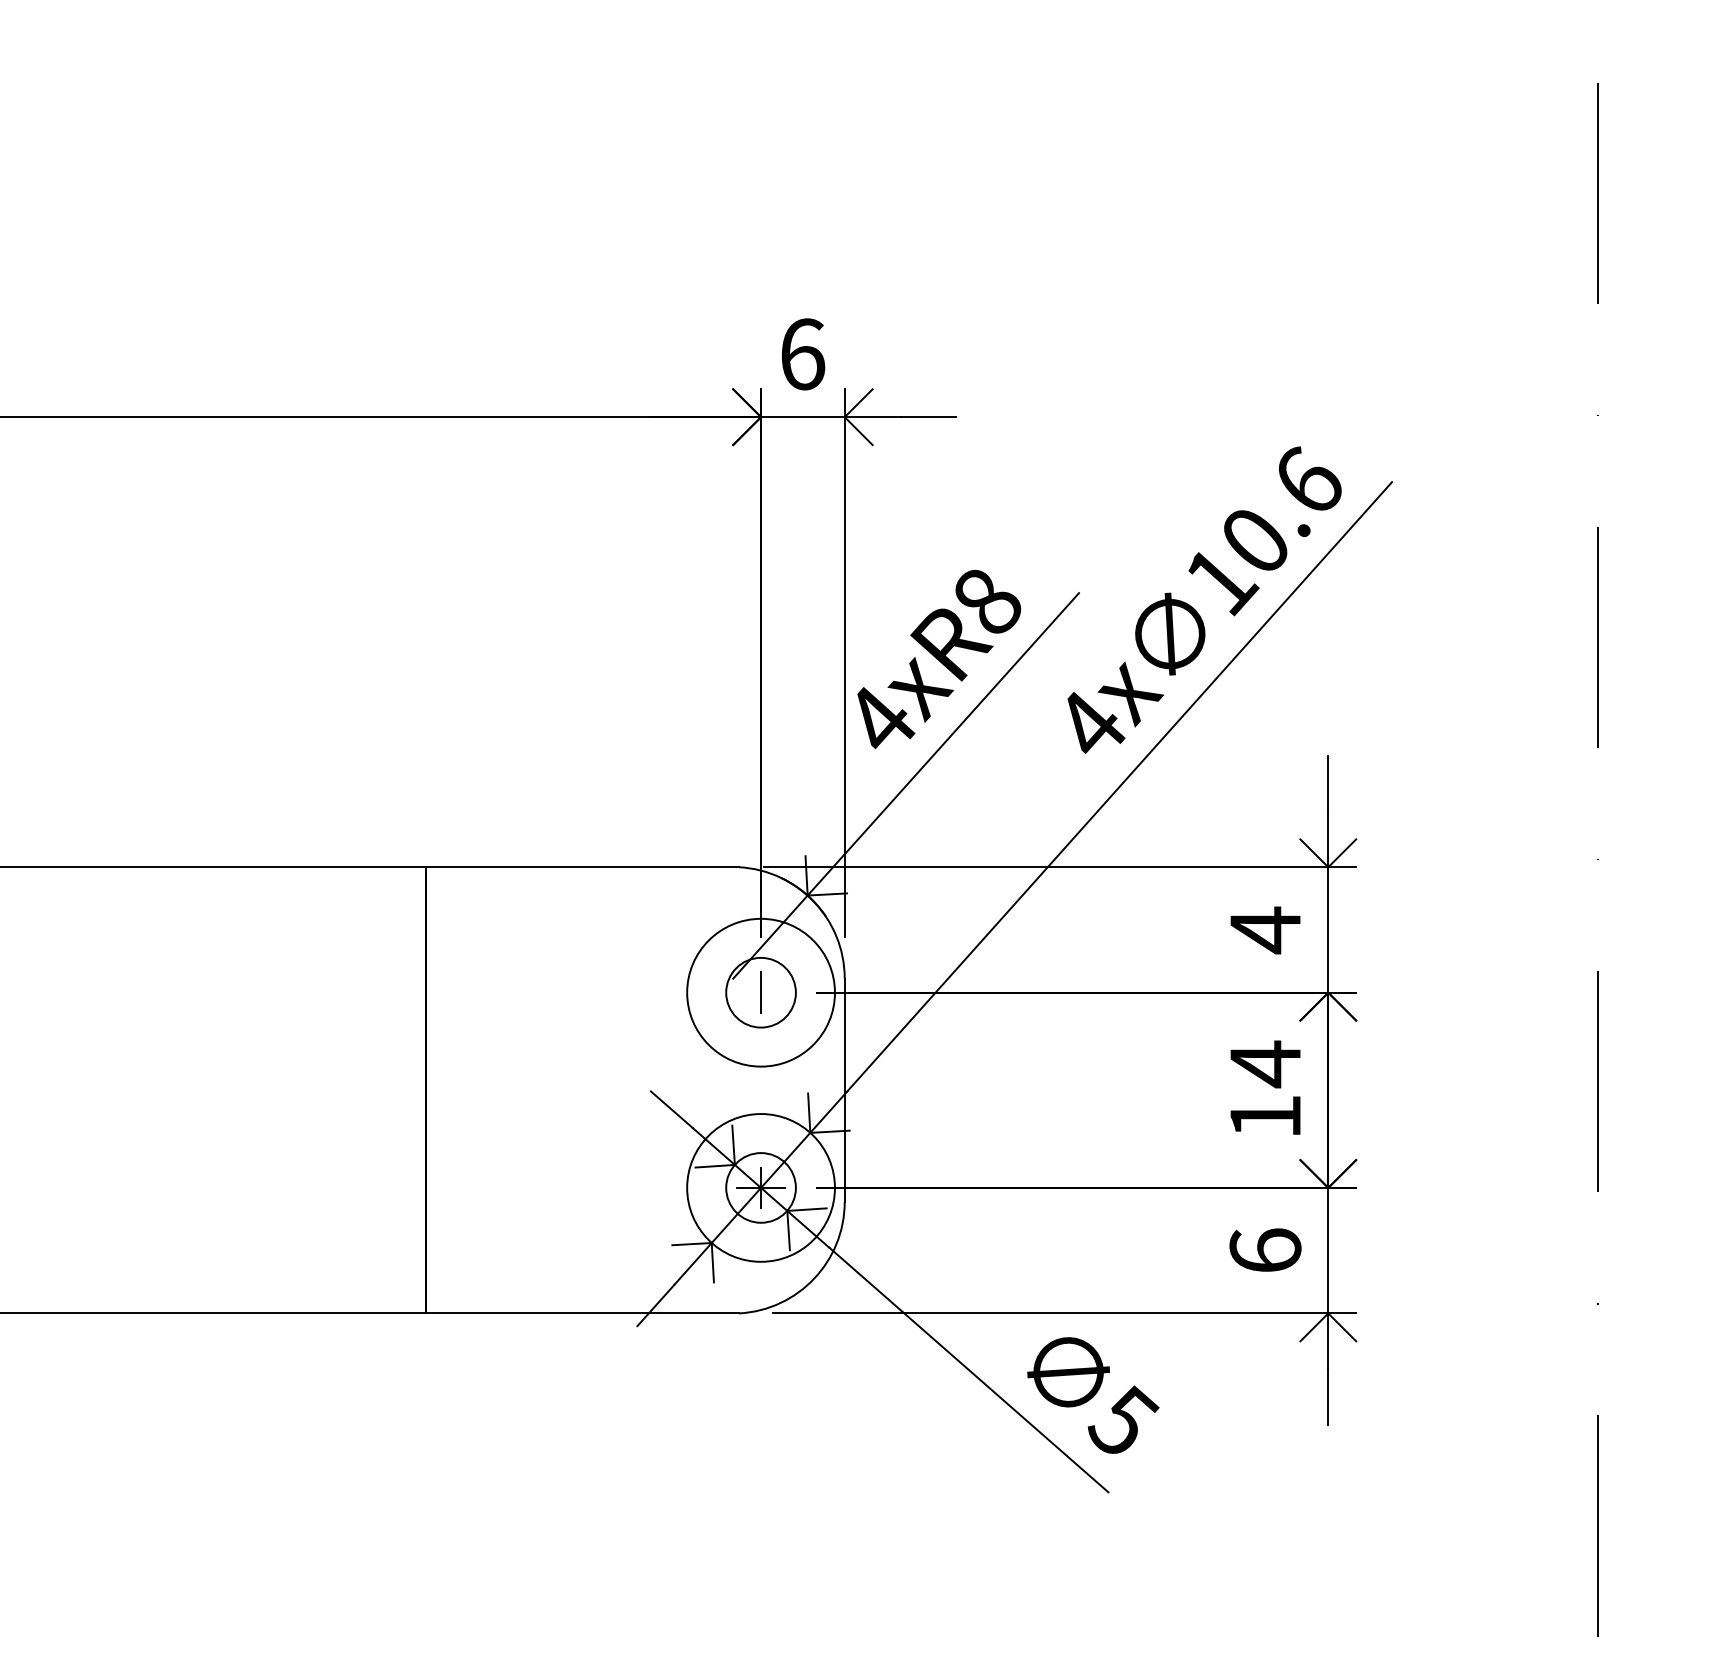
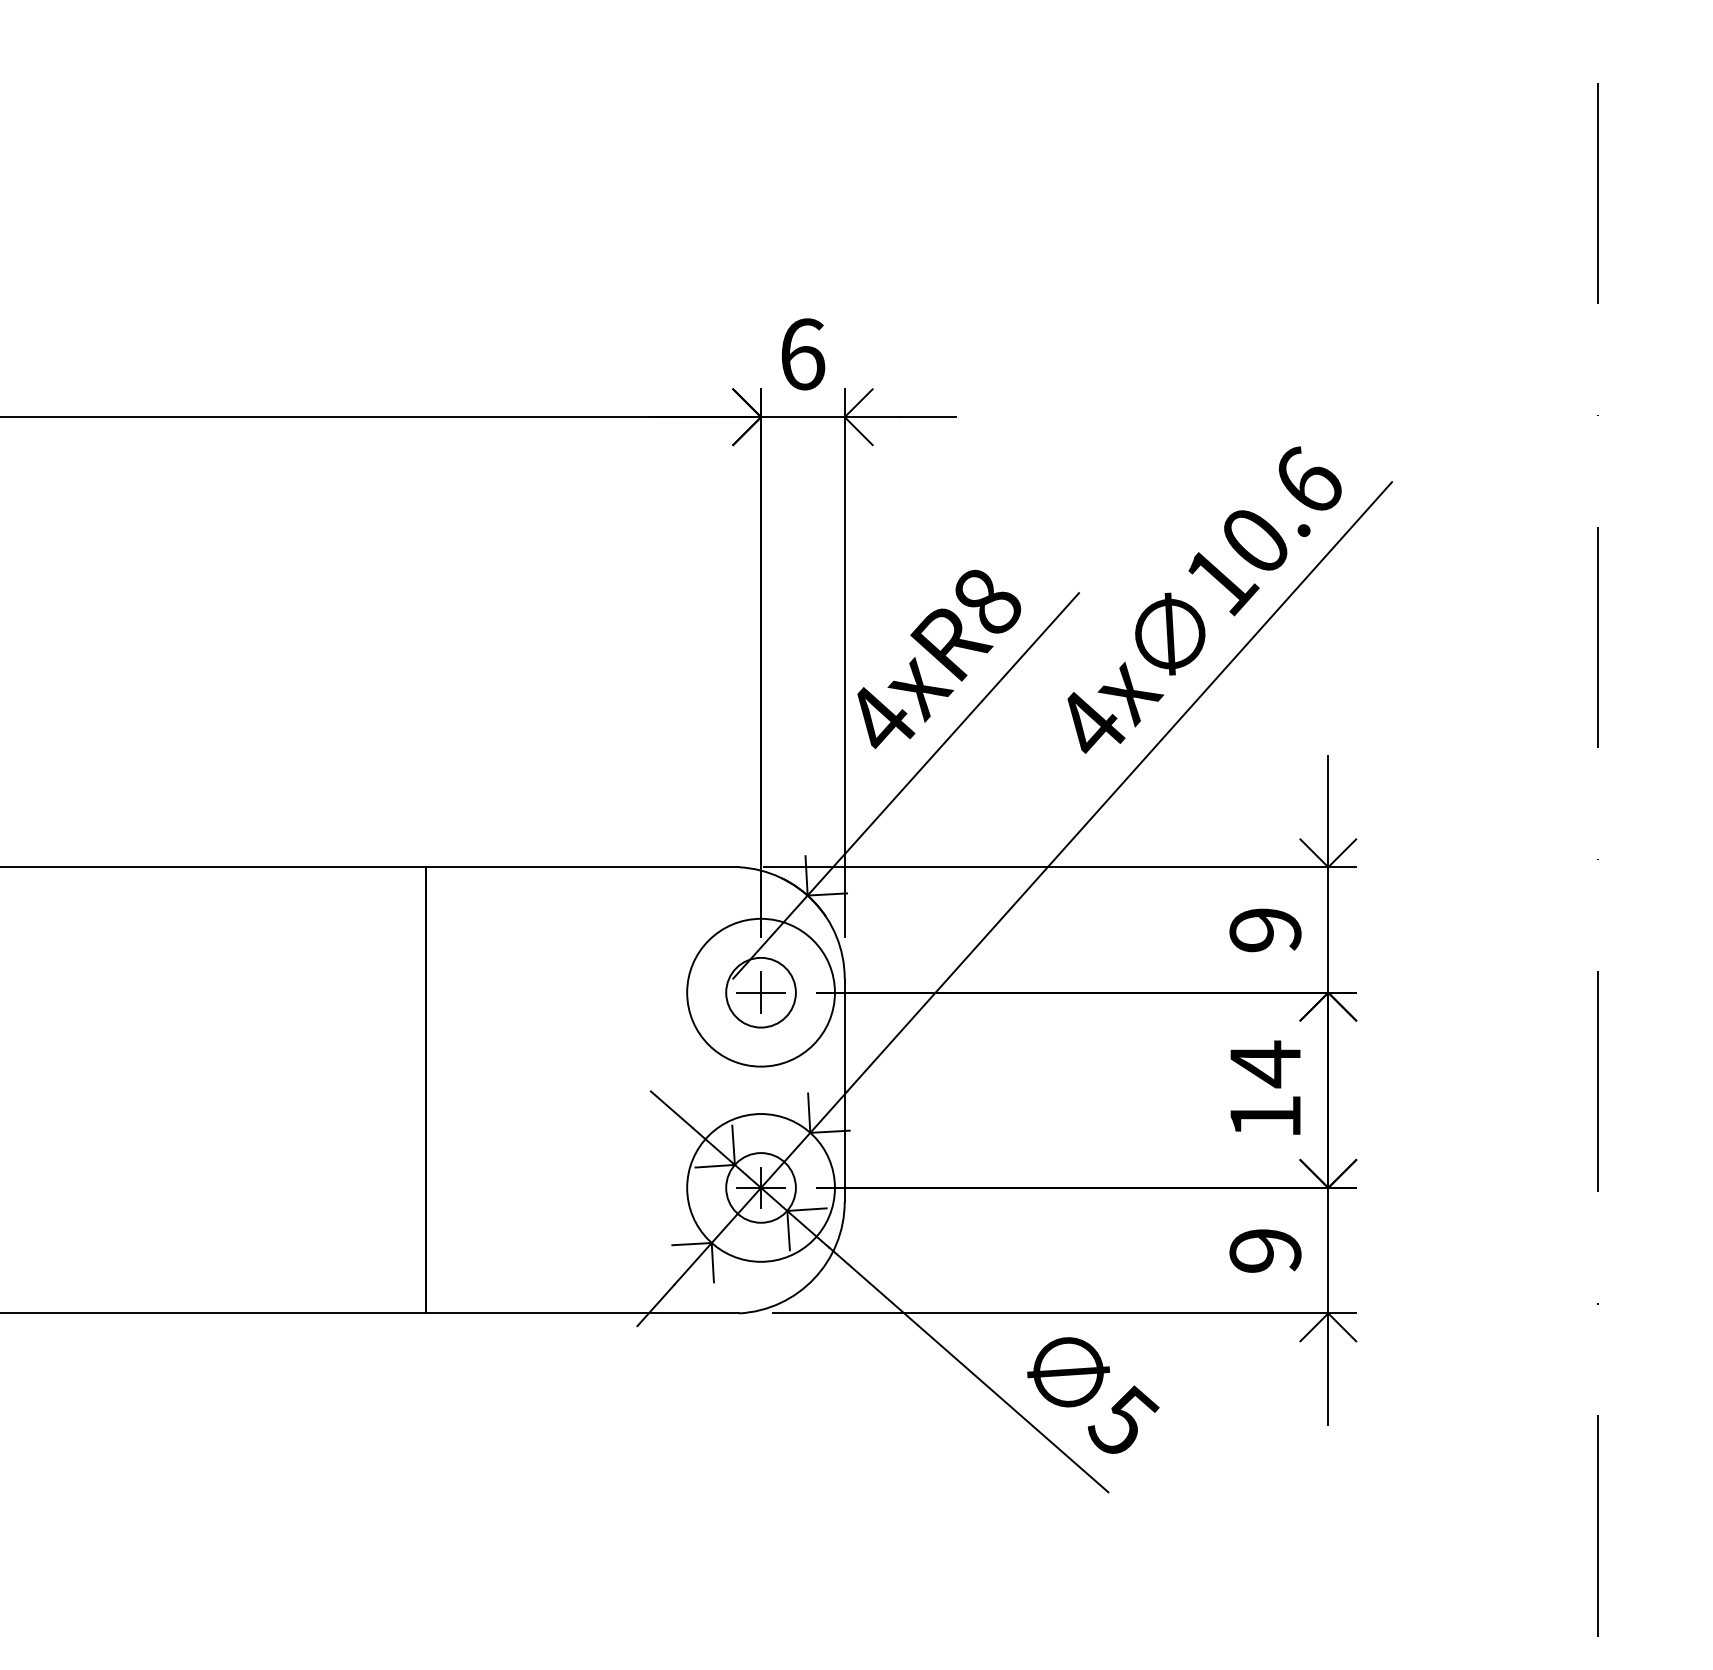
text at (1265, 930): 4 -> 9
line at (760, 992): none -> present
text at (1265, 1250): 6 -> 9
